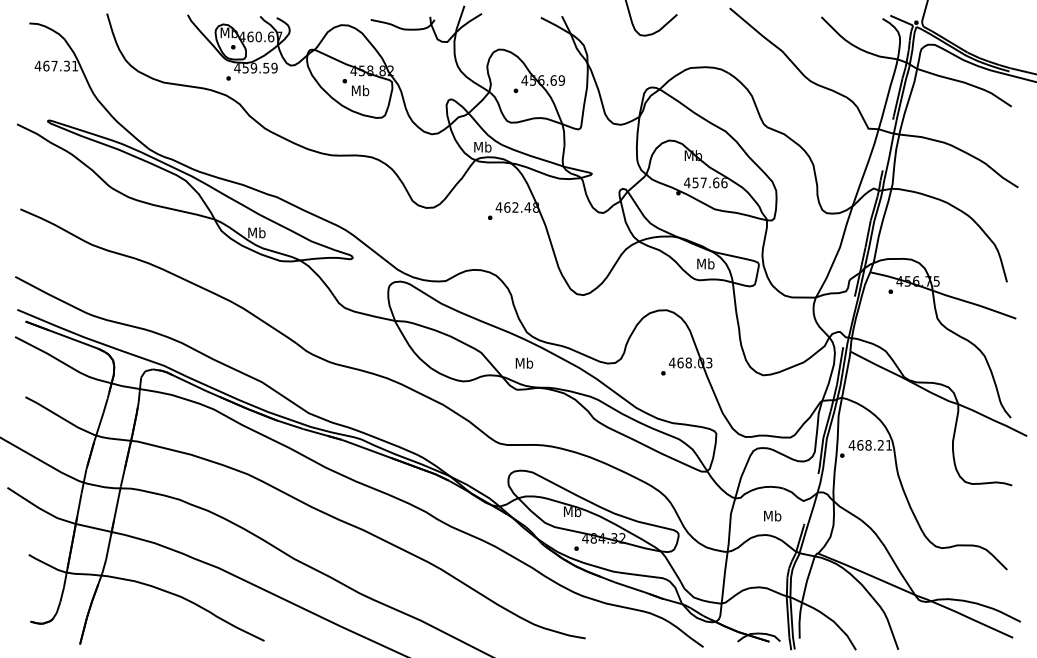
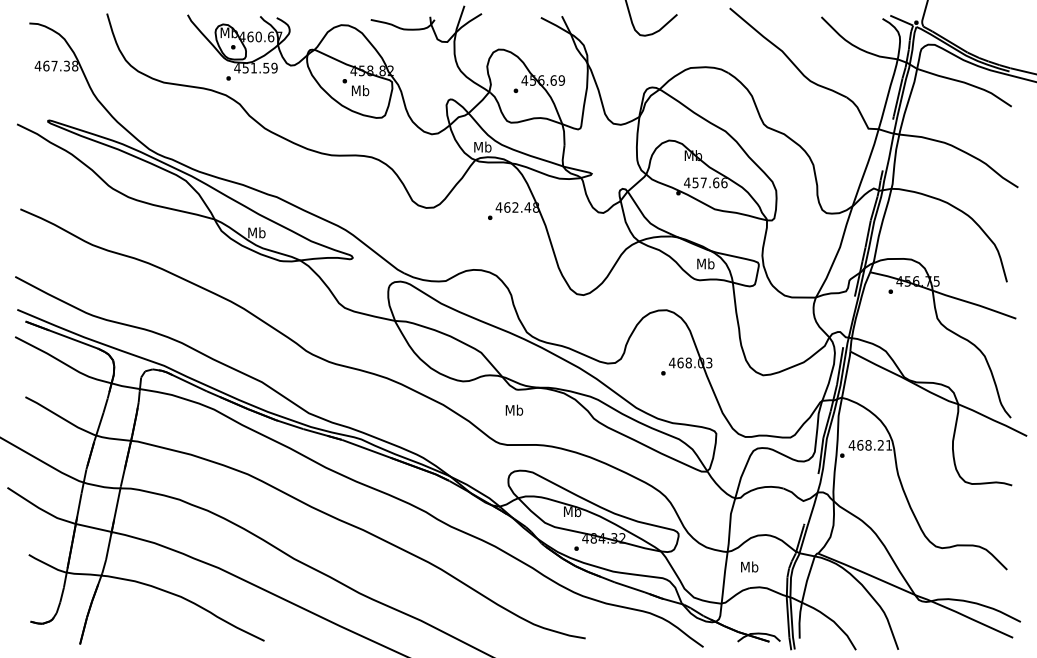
text at (75, 65): 467.31 -> 467.38
text at (253, 67): 459.59 -> 451.59
text at (524, 362) position: (524, 362) -> (514, 409)
text at (772, 515) position: (772, 515) -> (749, 566)
